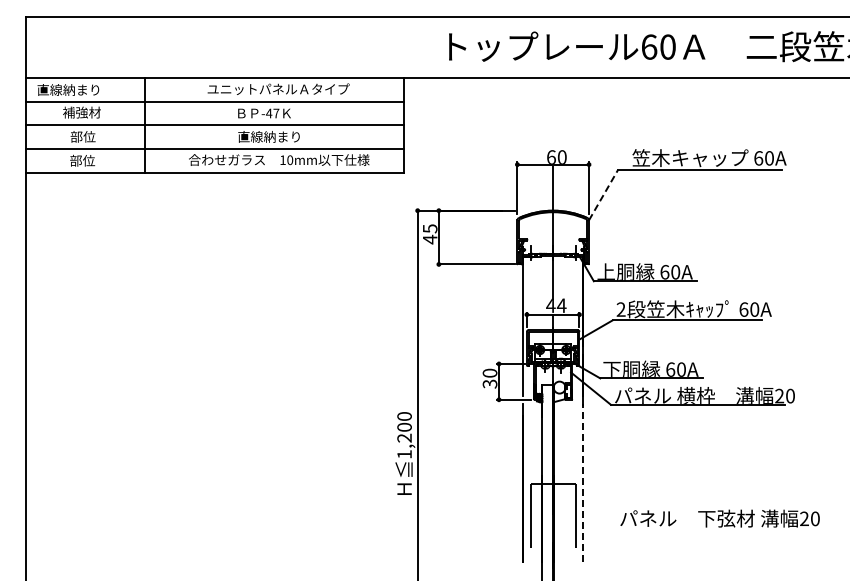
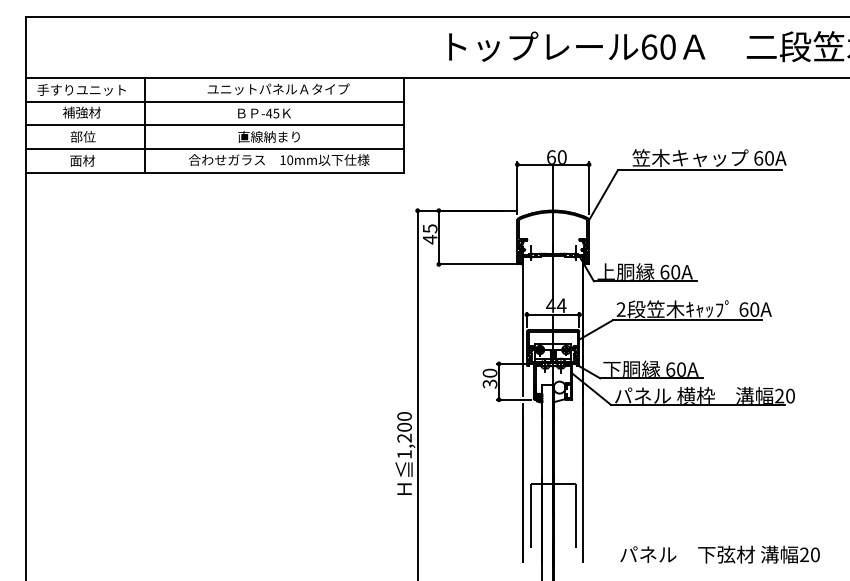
text at (81, 89): 直線納まり -> 手すりユニット
text at (276, 113): -47 -> -45
text at (82, 160): 部位 -> 面材
line at (603, 195): dashed -> solid
line at (583, 482): dashed -> solid
text at (719, 518) position: (719, 518) -> (719, 554)
